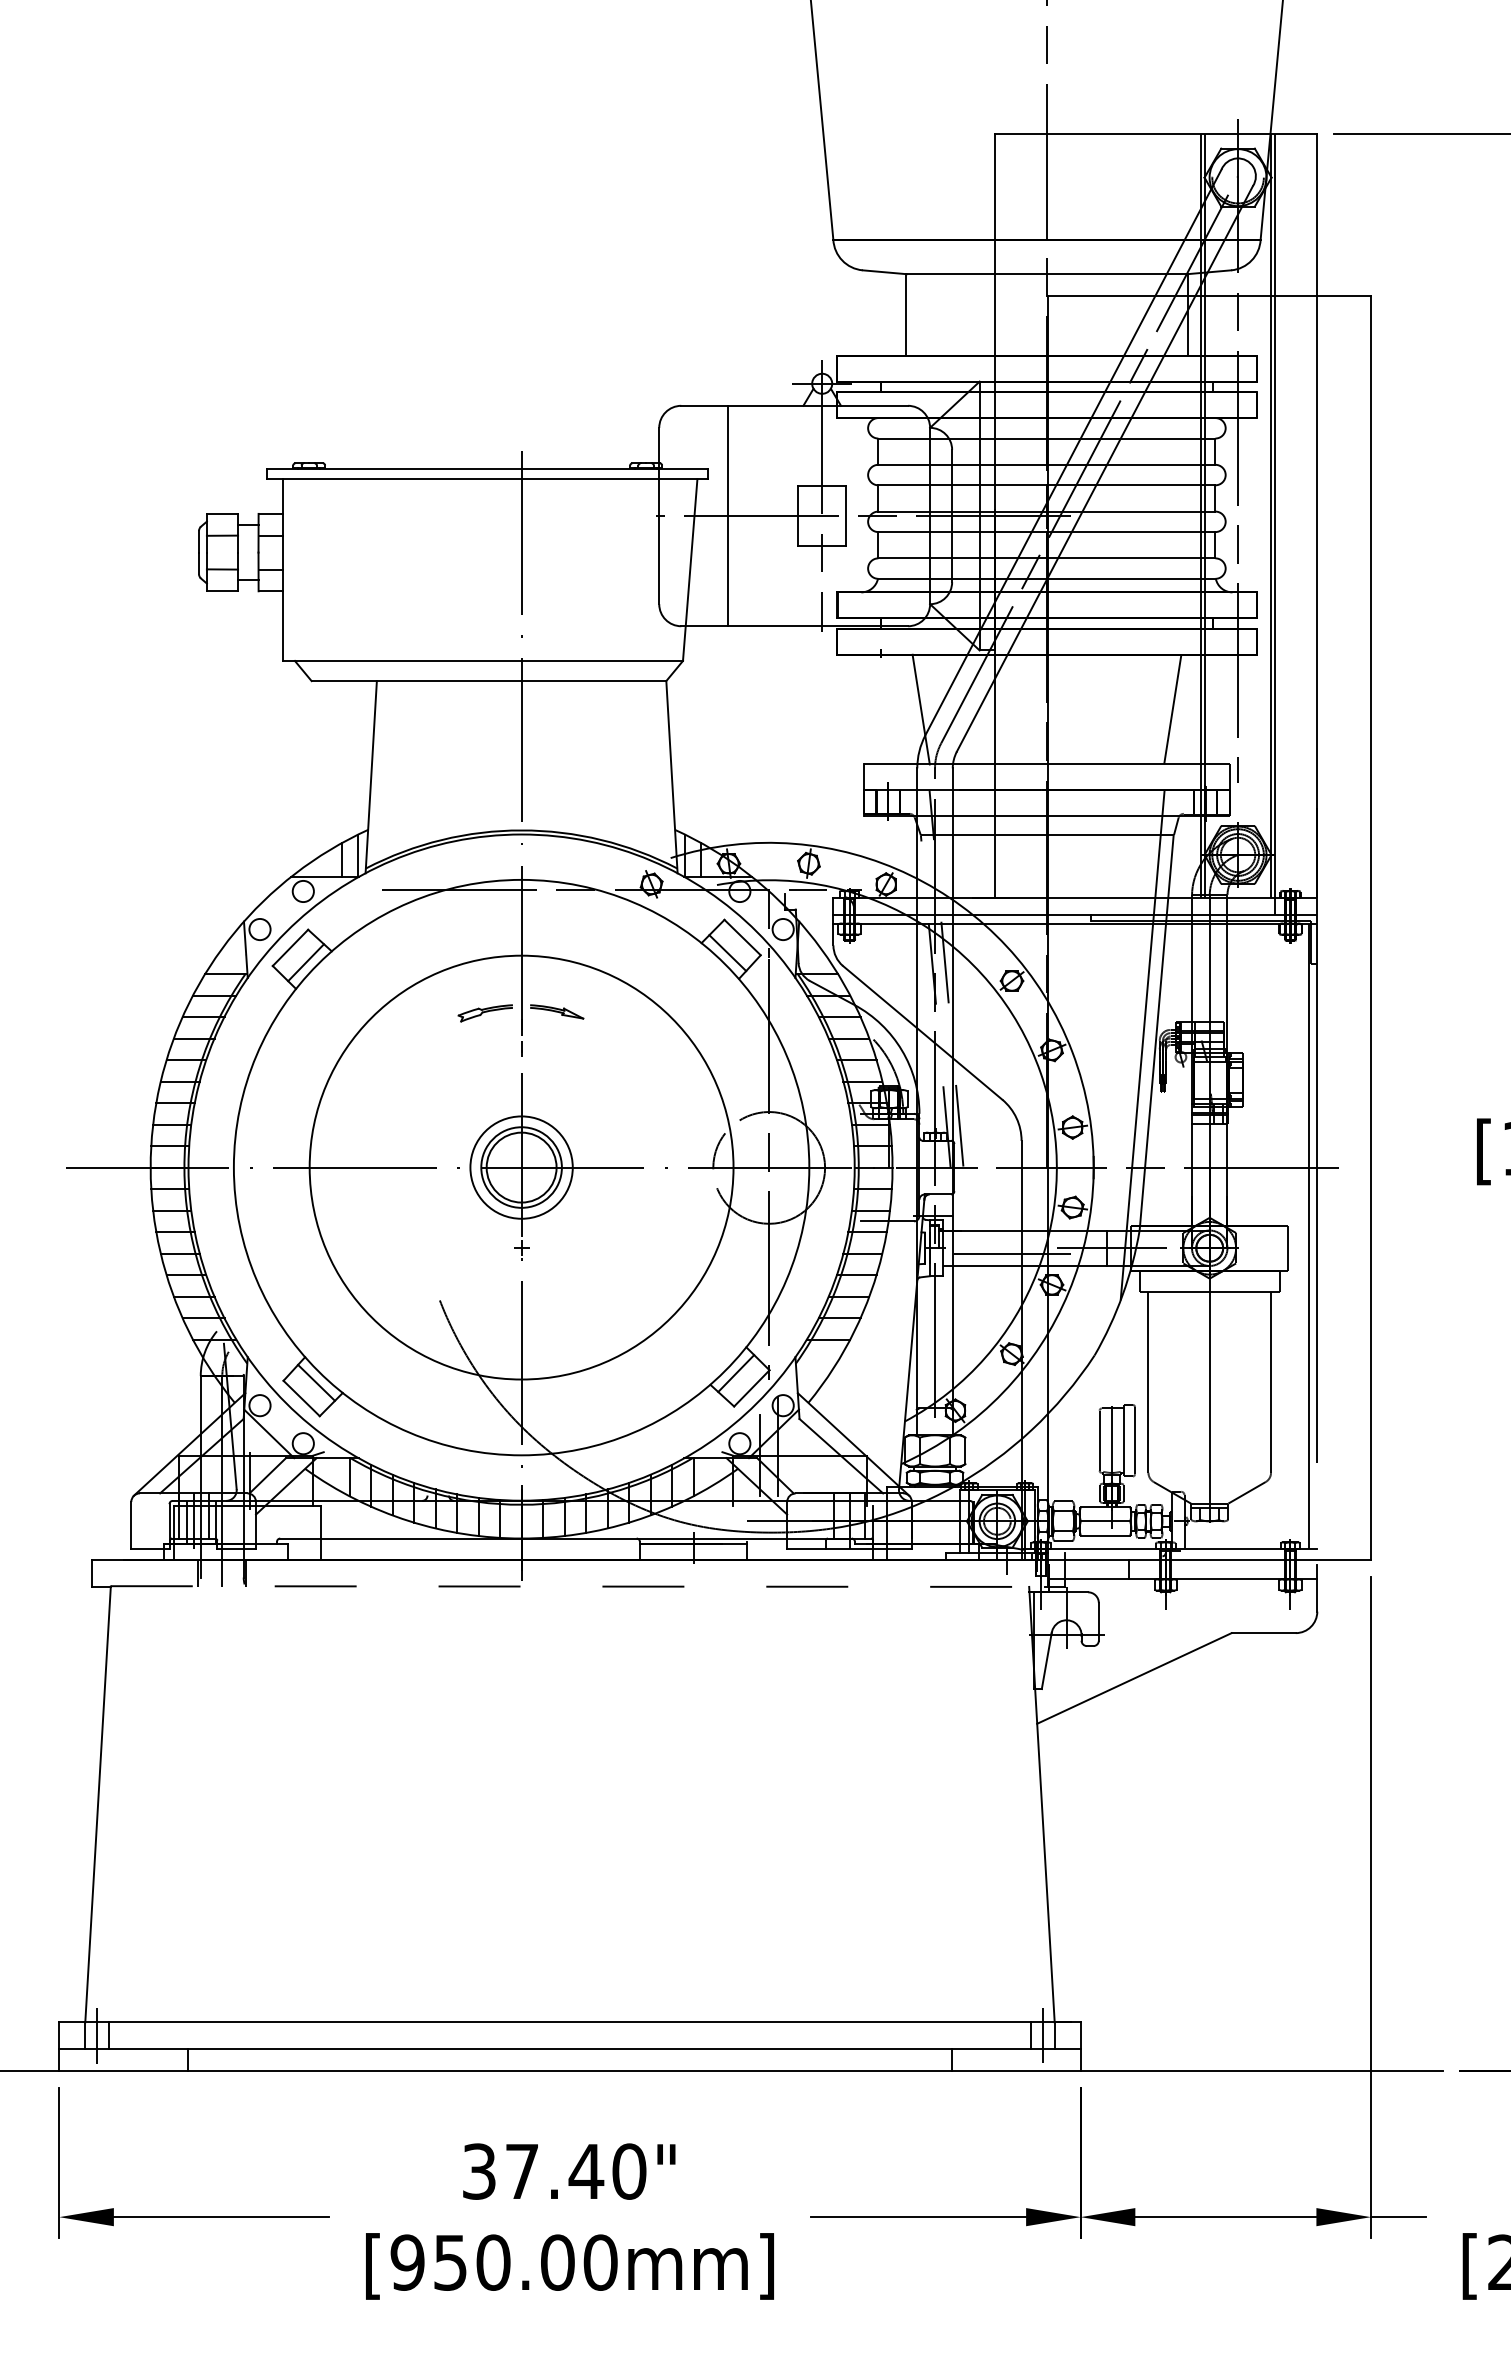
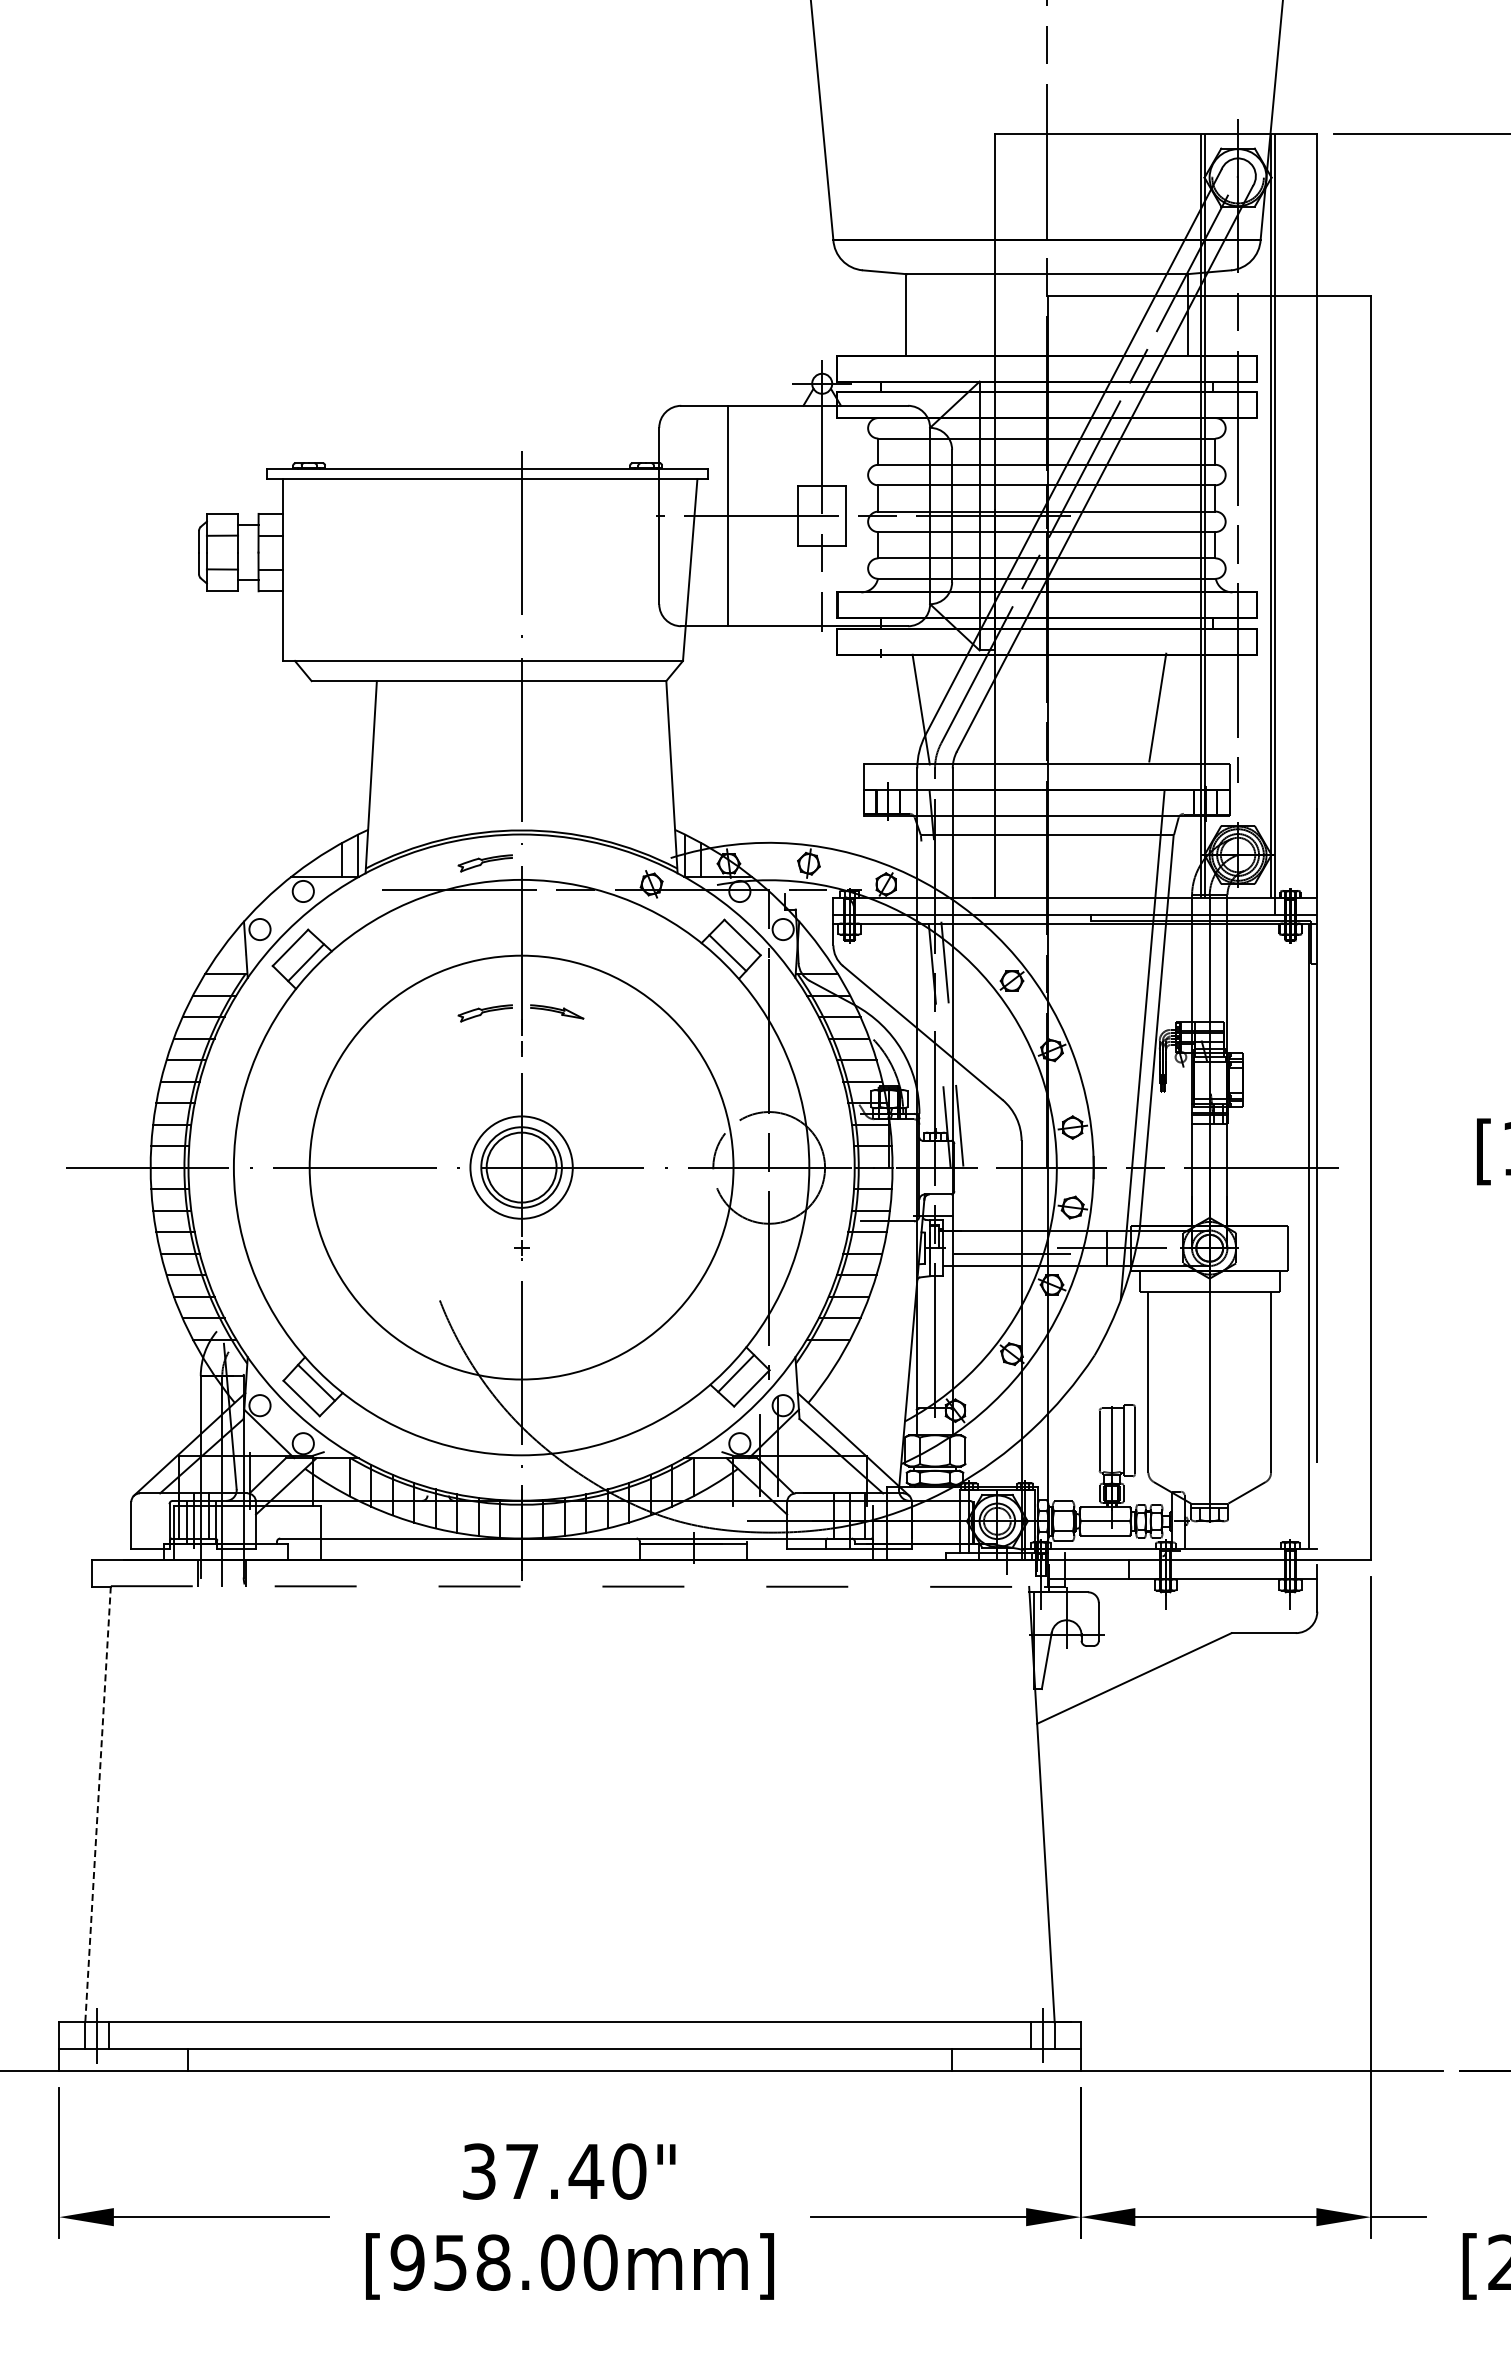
line at (1172, 709) position: (1172, 709) -> (1157, 707)
part at (484, 863): none -> present
line at (98, 1804): solid -> dashed
text at (493, 2262): [950.00mm] -> [958.00mm]
